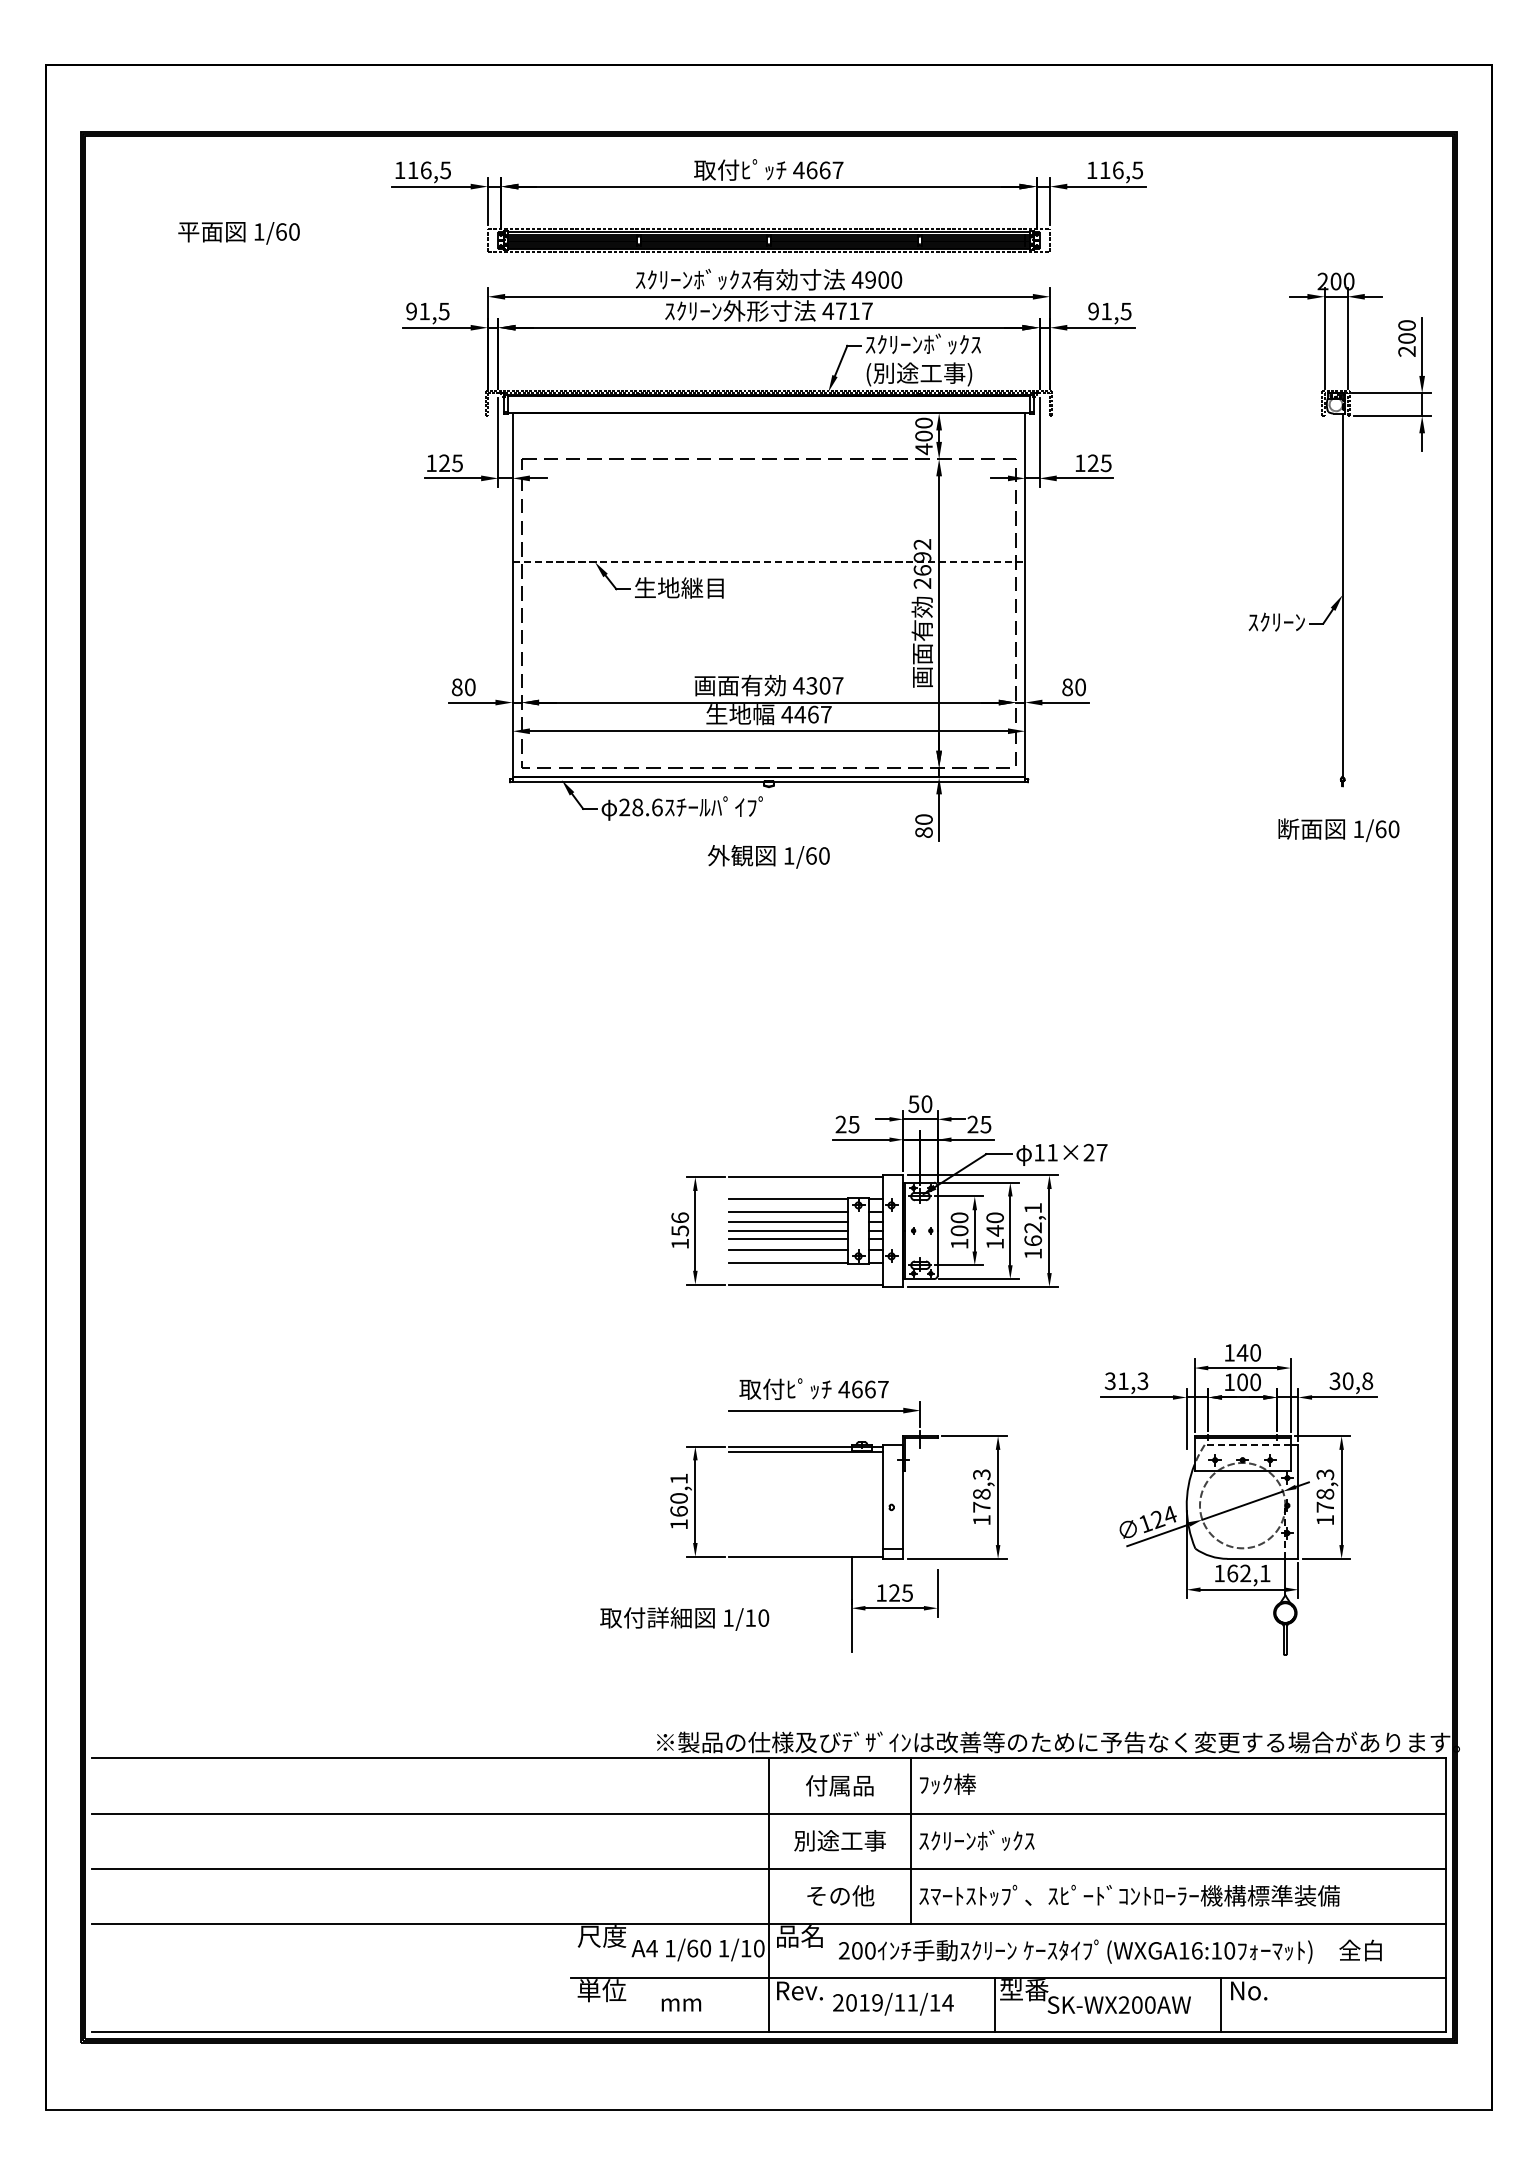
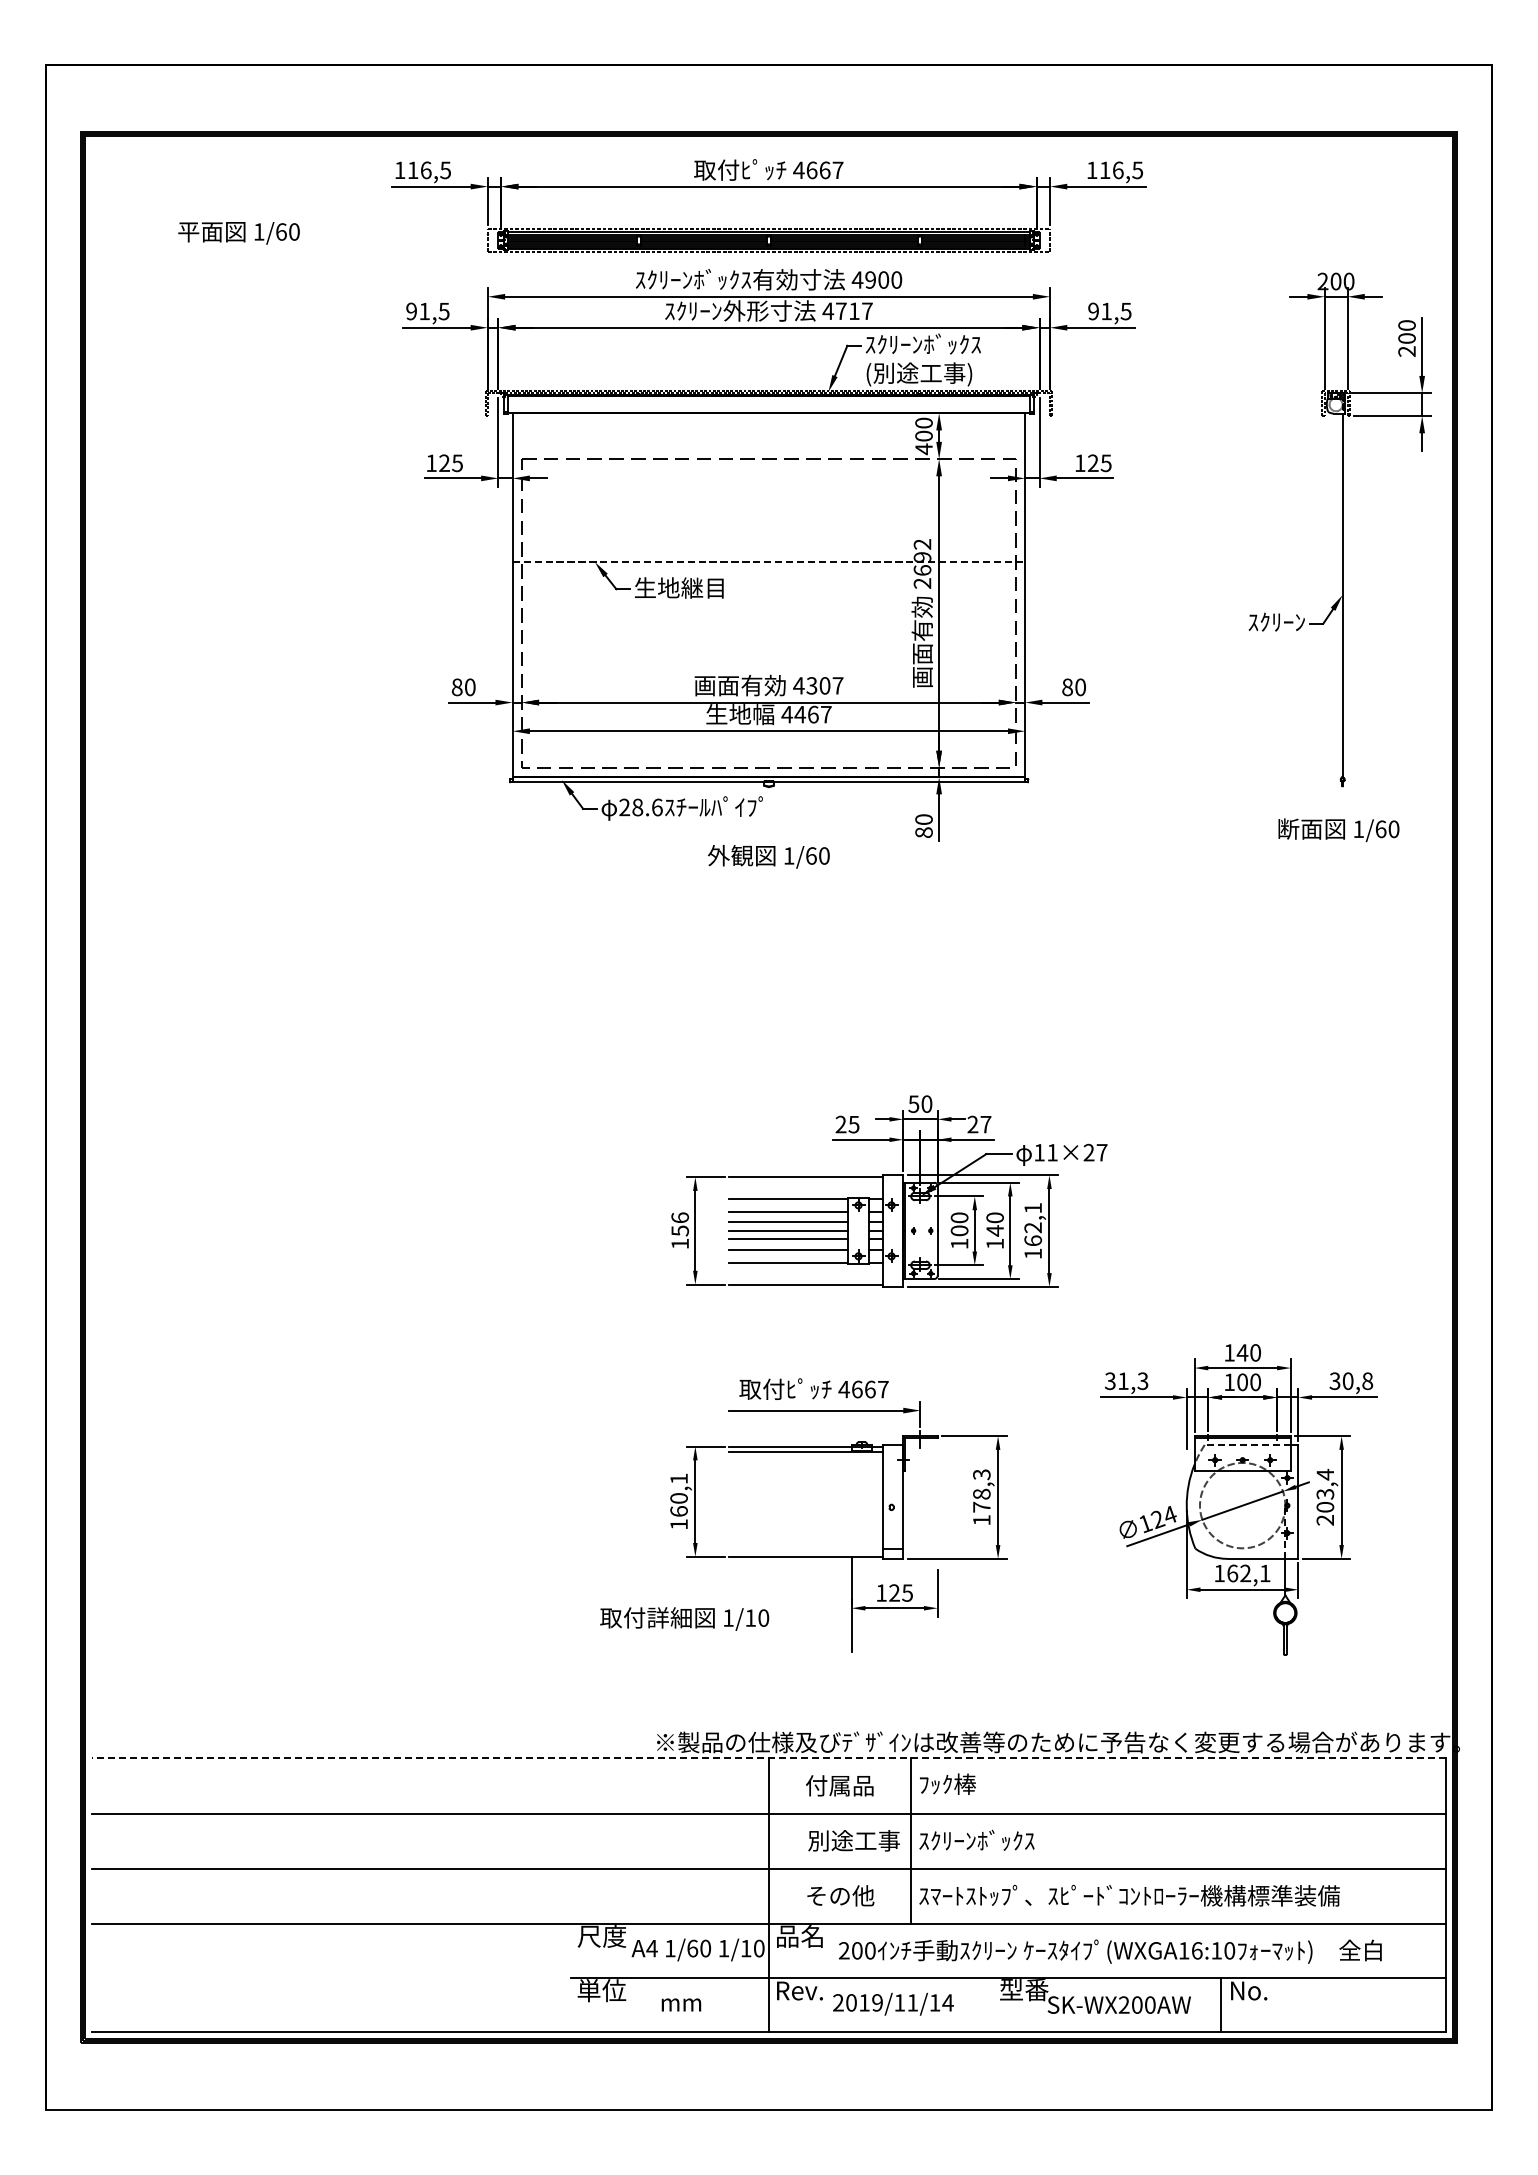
text at (985, 1124): 25 -> 27
text at (1325, 1496): 178,3 -> 203,4
line at (768, 1758): solid -> dashed
text at (839, 1840) position: (839, 1840) -> (853, 1840)
line at (994, 2004): present -> none
